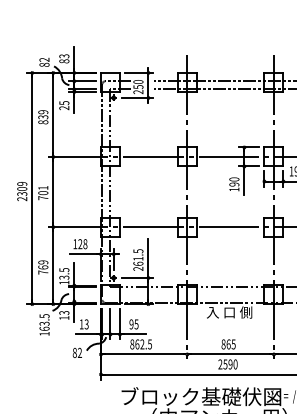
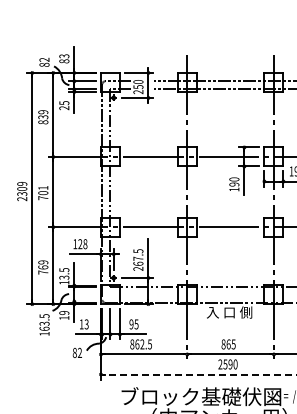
text at (138, 258): 261.5 -> 267.5
text at (64, 313): 13 -> 19
line at (200, 374): solid -> dashed
